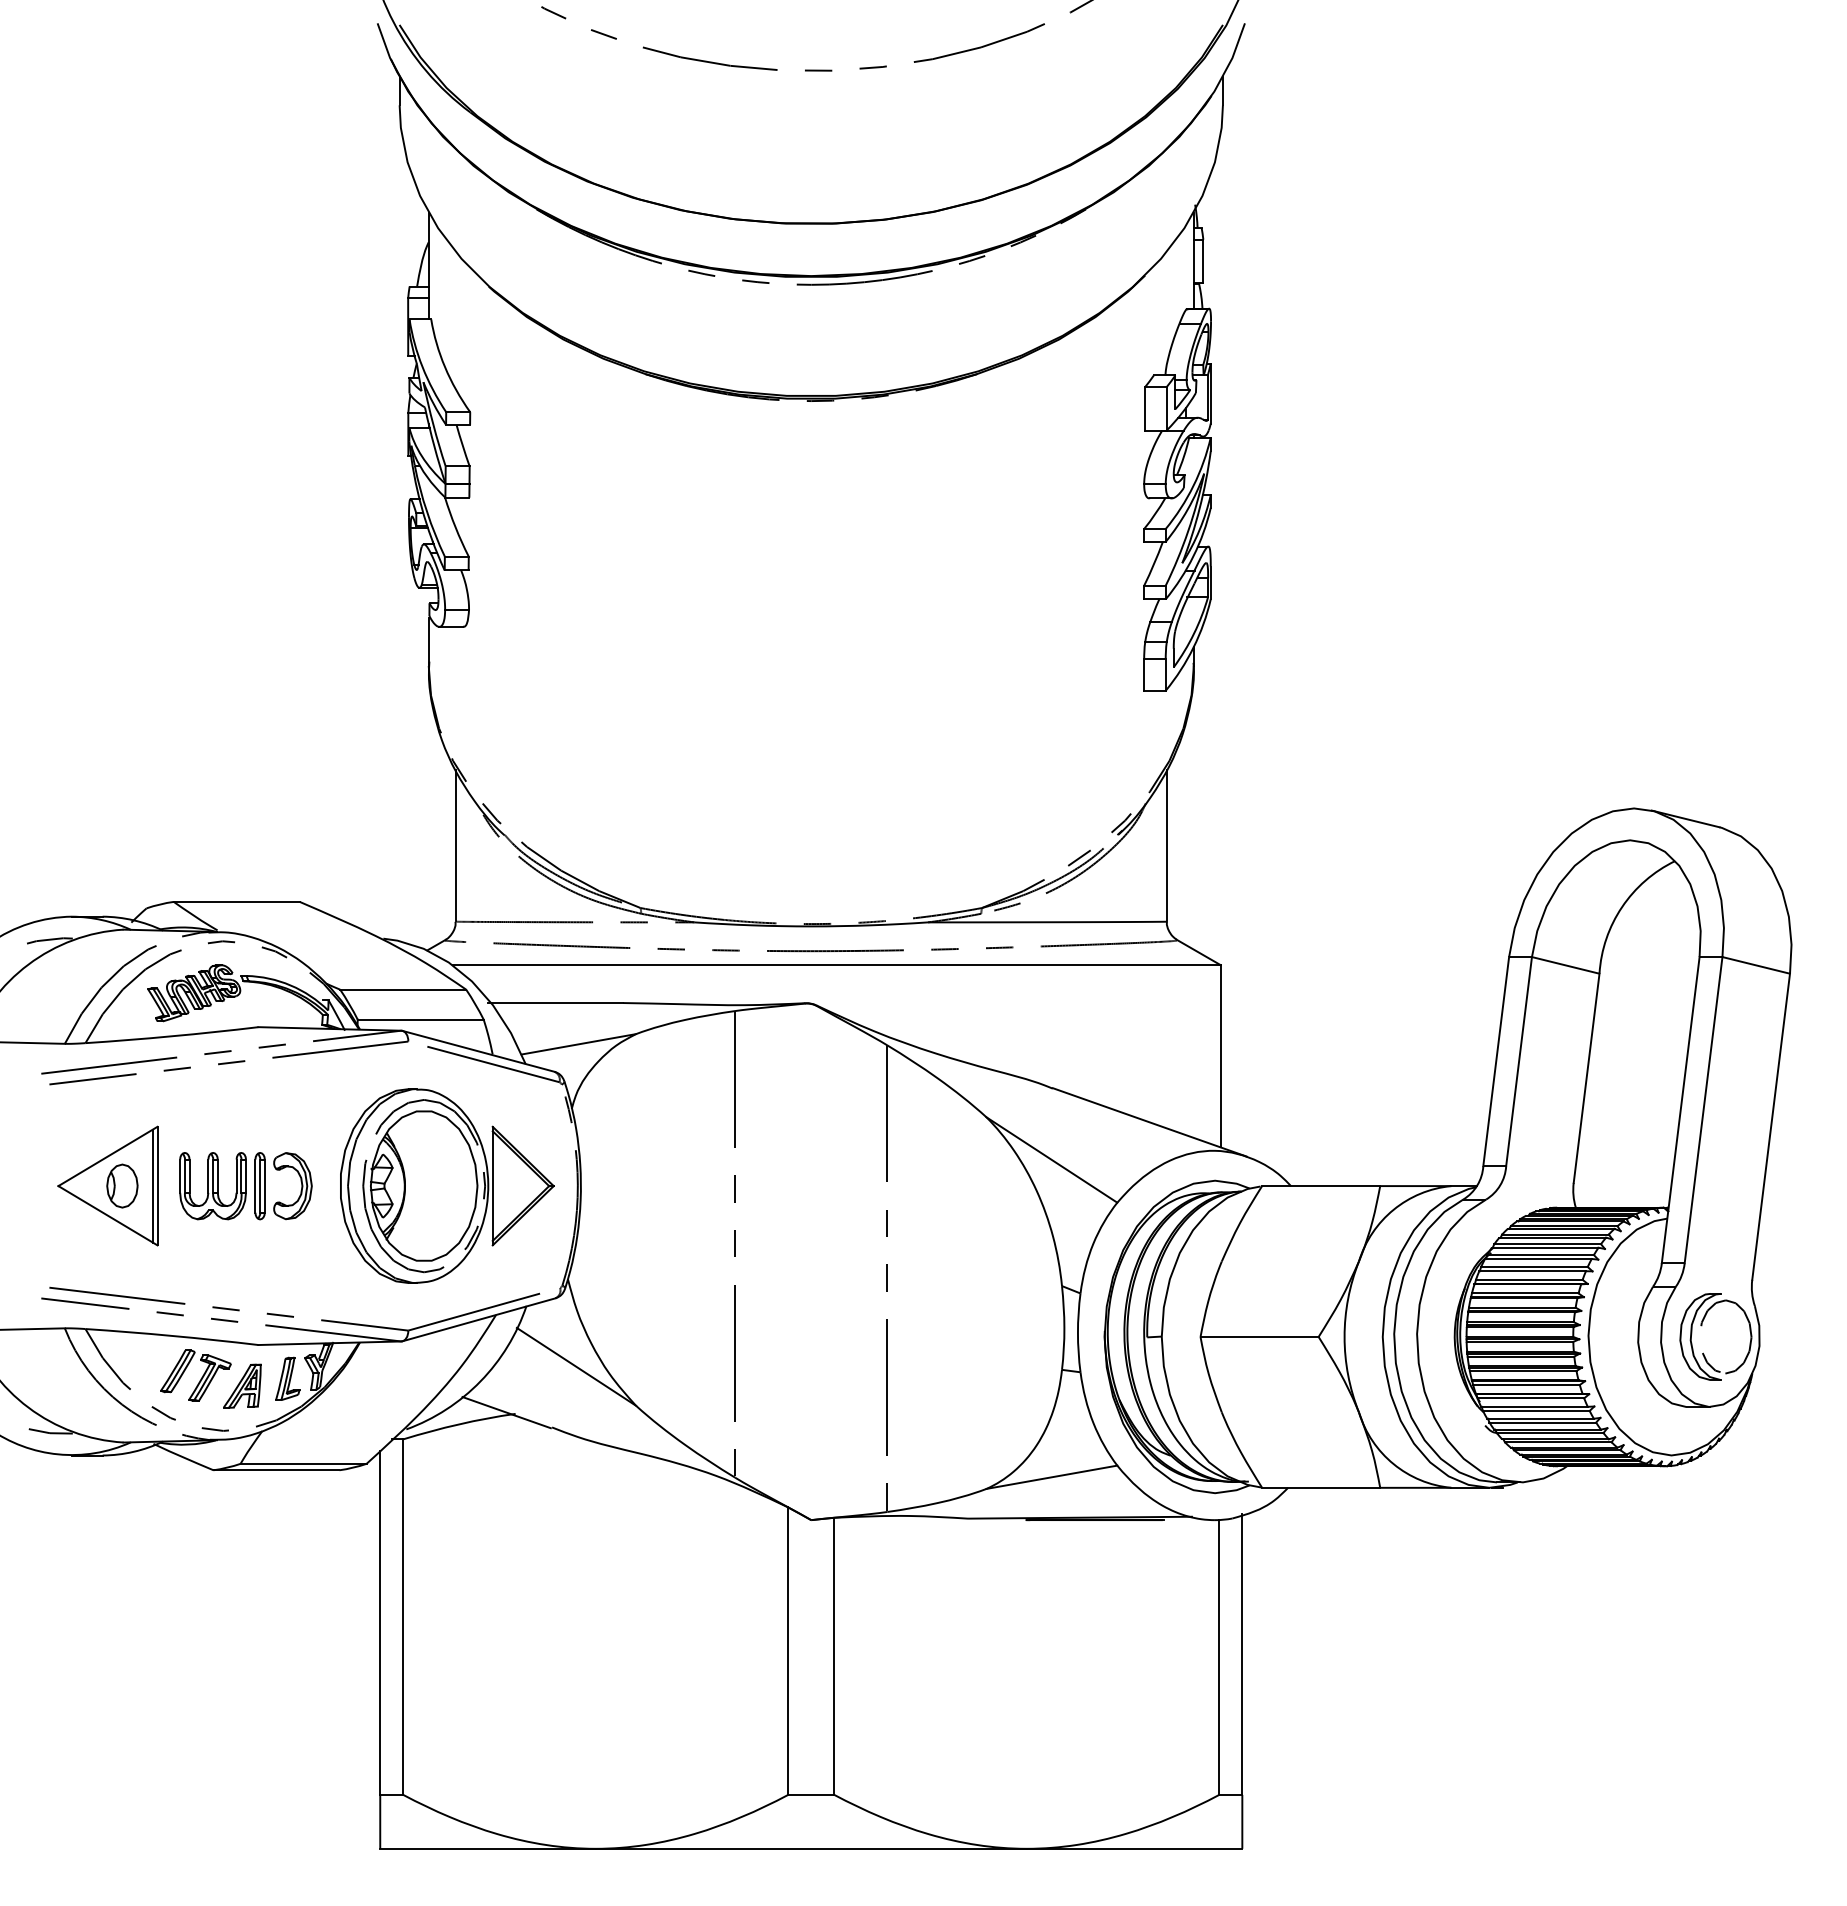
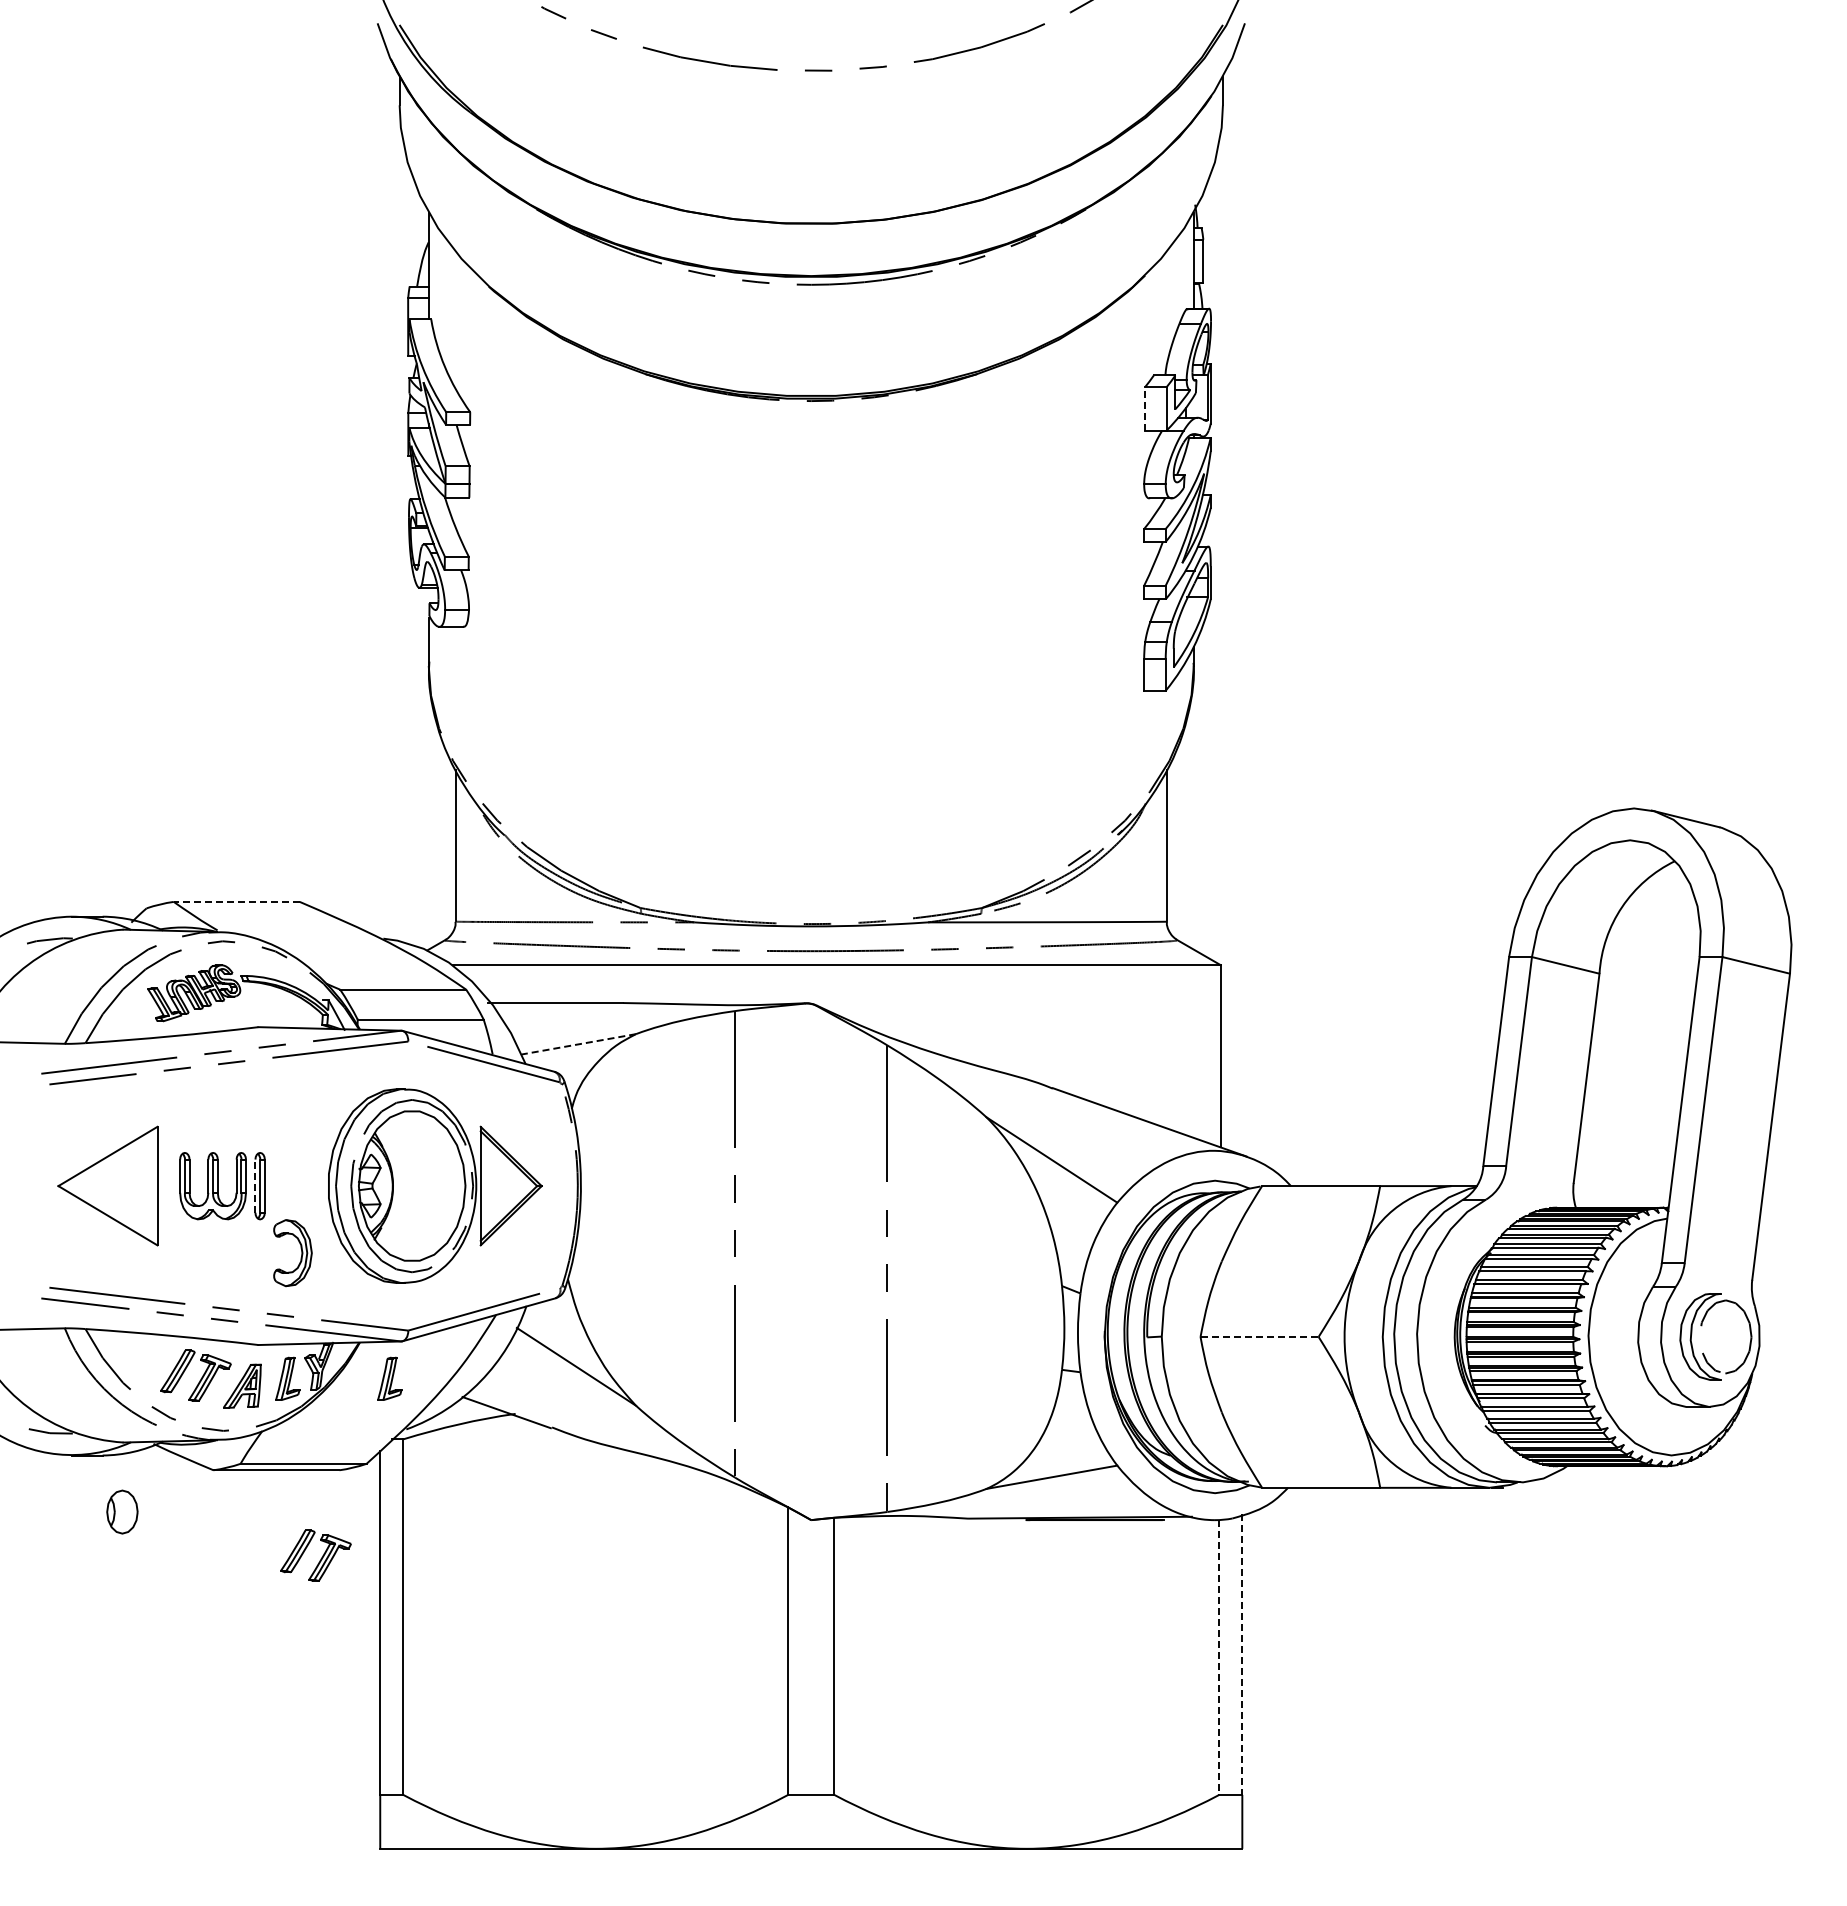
line at (1145, 408): solid -> dashed
line at (236, 901): solid -> dashed
line at (578, 1044): solid -> dashed
part at (122, 1185) position: (122, 1185) -> (122, 1511)
line at (152, 1185): present -> none
part at (447, 1185) position: (447, 1185) -> (435, 1185)
line at (255, 1186): solid -> dashed
part at (300, 1190) position: (300, 1190) -> (300, 1257)
line at (1260, 1336): solid -> dashed
part at (389, 1378): none -> present
part at (315, 1555): none -> present
line at (1242, 1655): solid -> dashed
line at (1219, 1658): solid -> dashed
